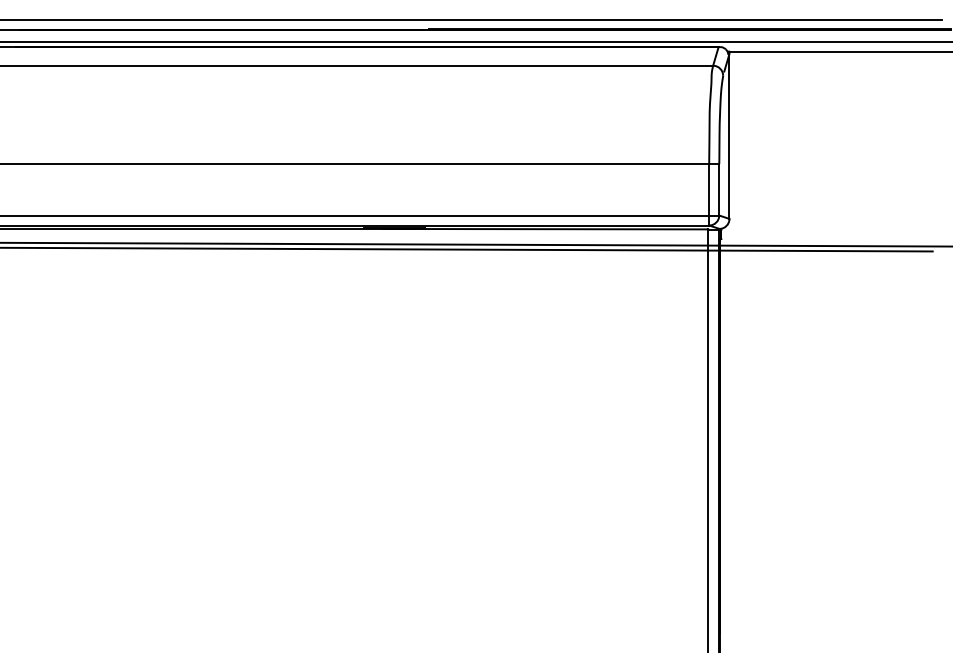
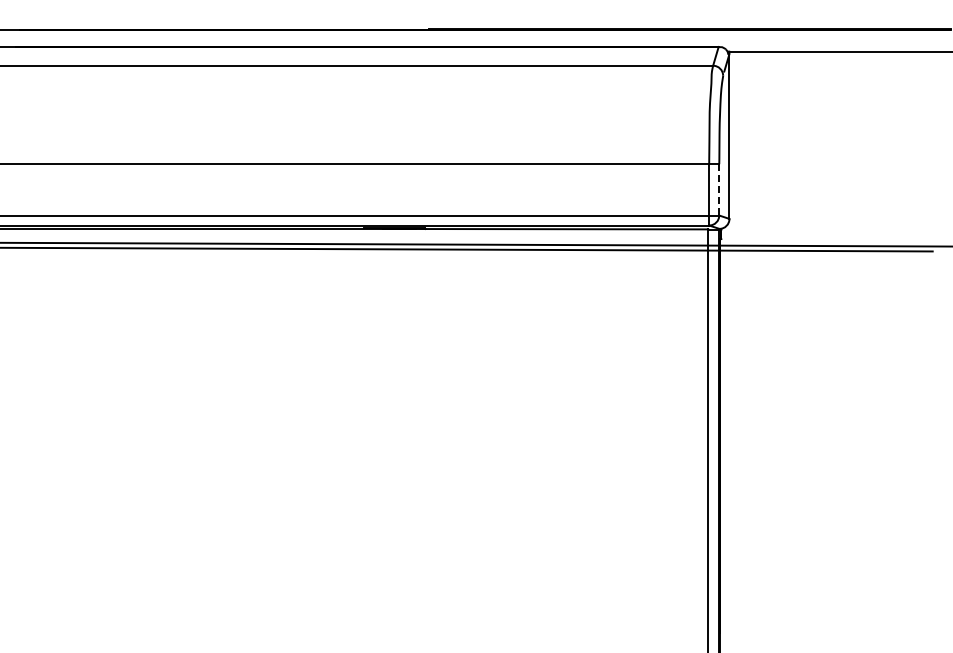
line at (471, 19): present -> none
line at (475, 42): present -> none
line at (719, 189): solid -> dashed
